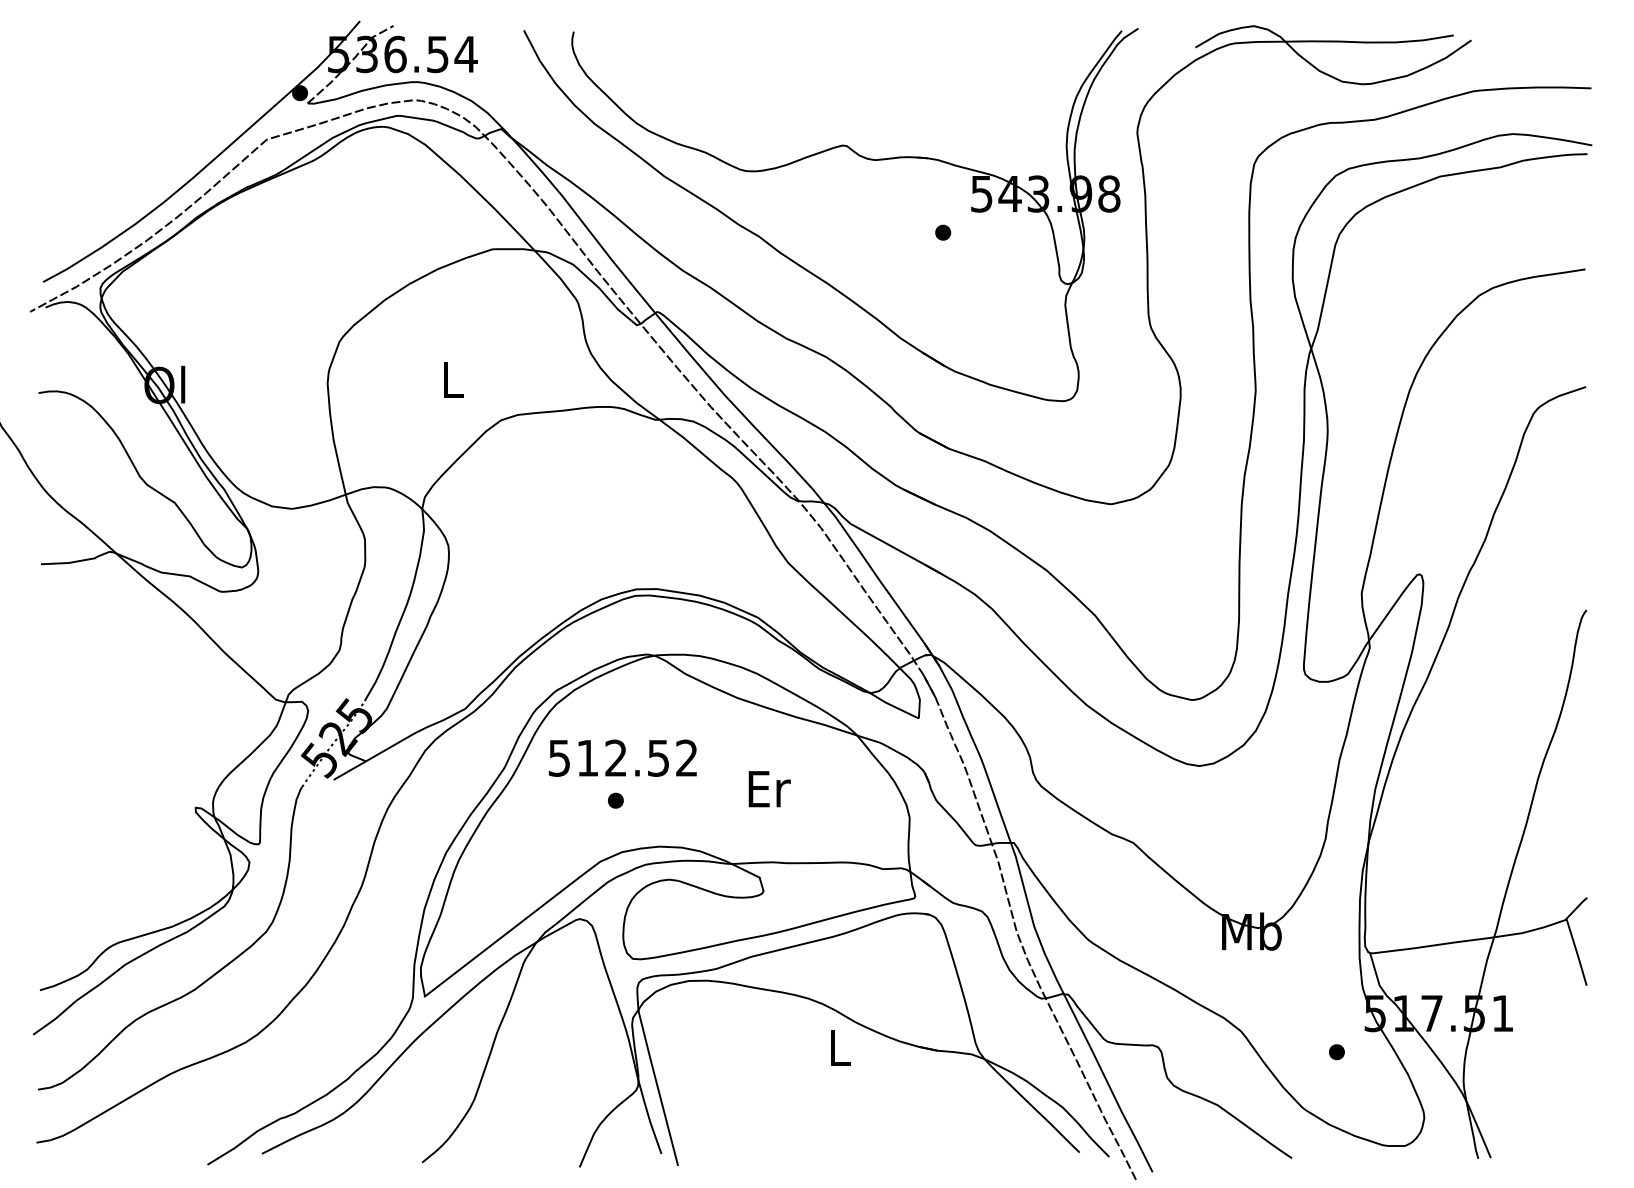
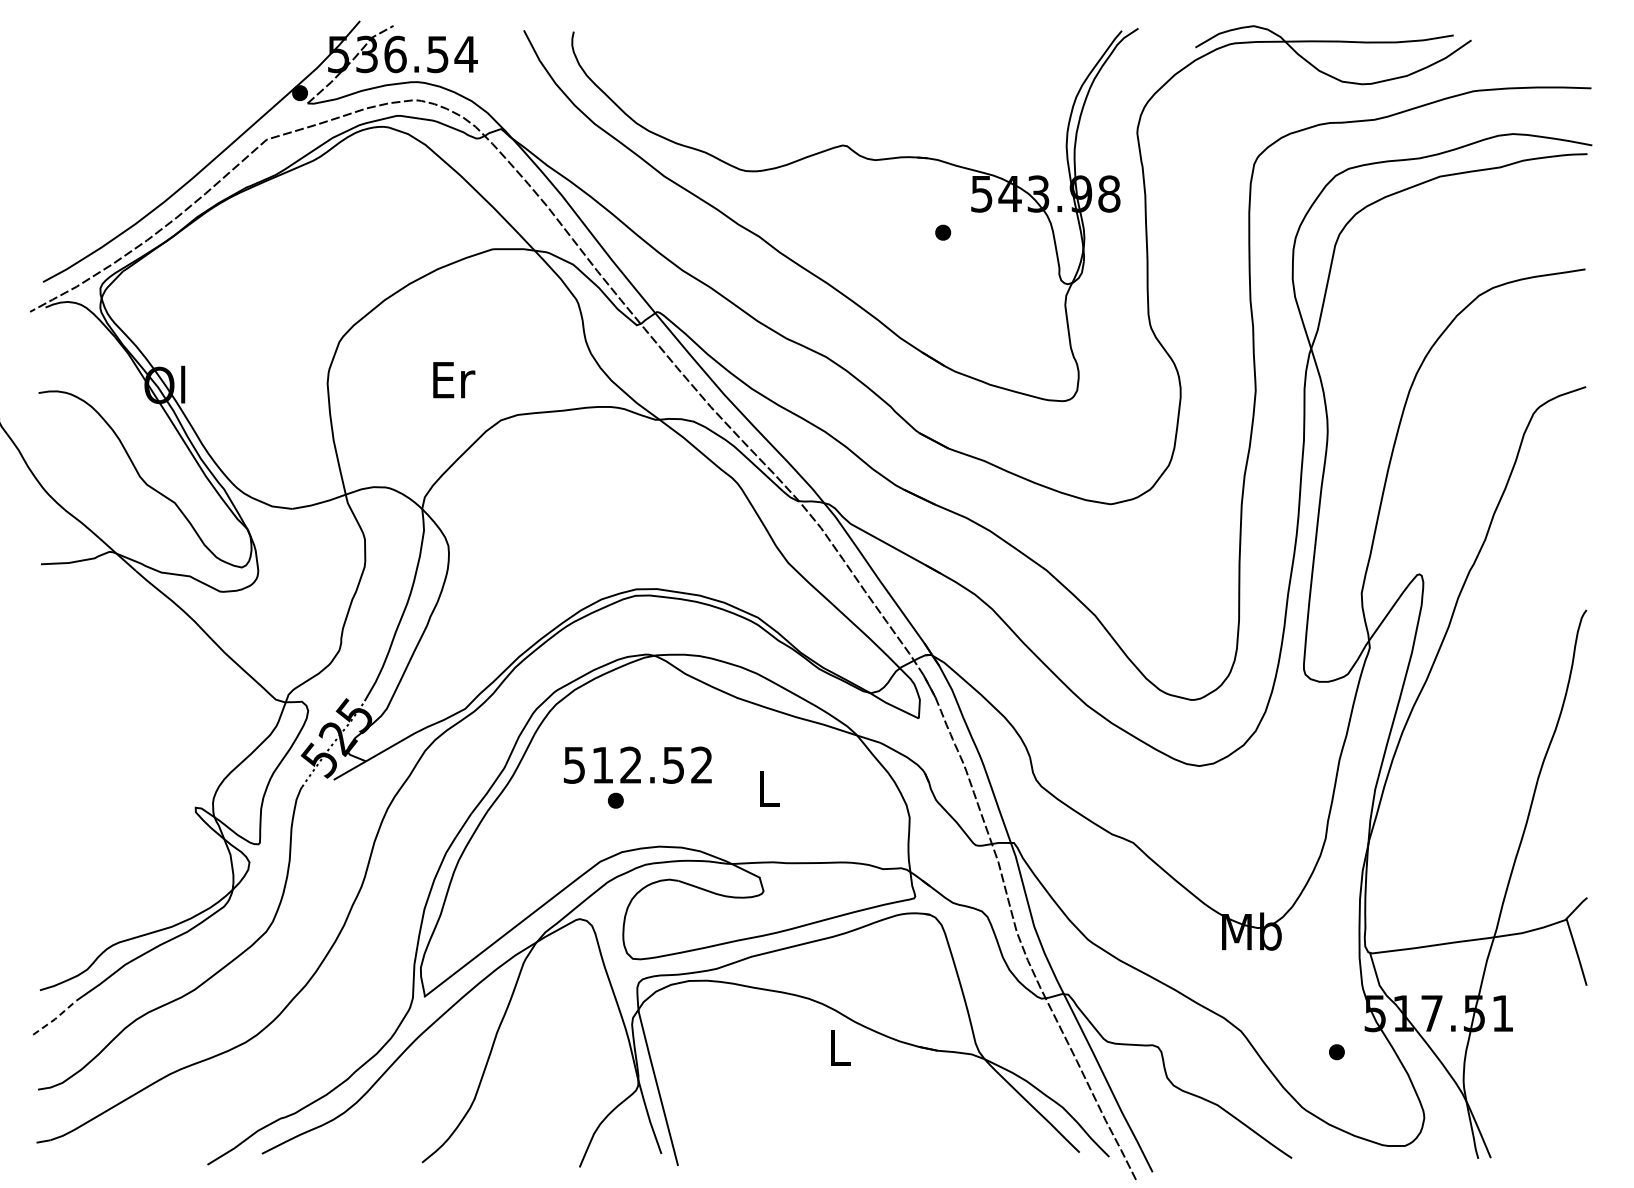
text at (454, 380): L -> Er
text at (622, 757) position: (622, 757) -> (637, 764)
text at (769, 789): Er -> L
line at (55, 1019): solid -> dashed
